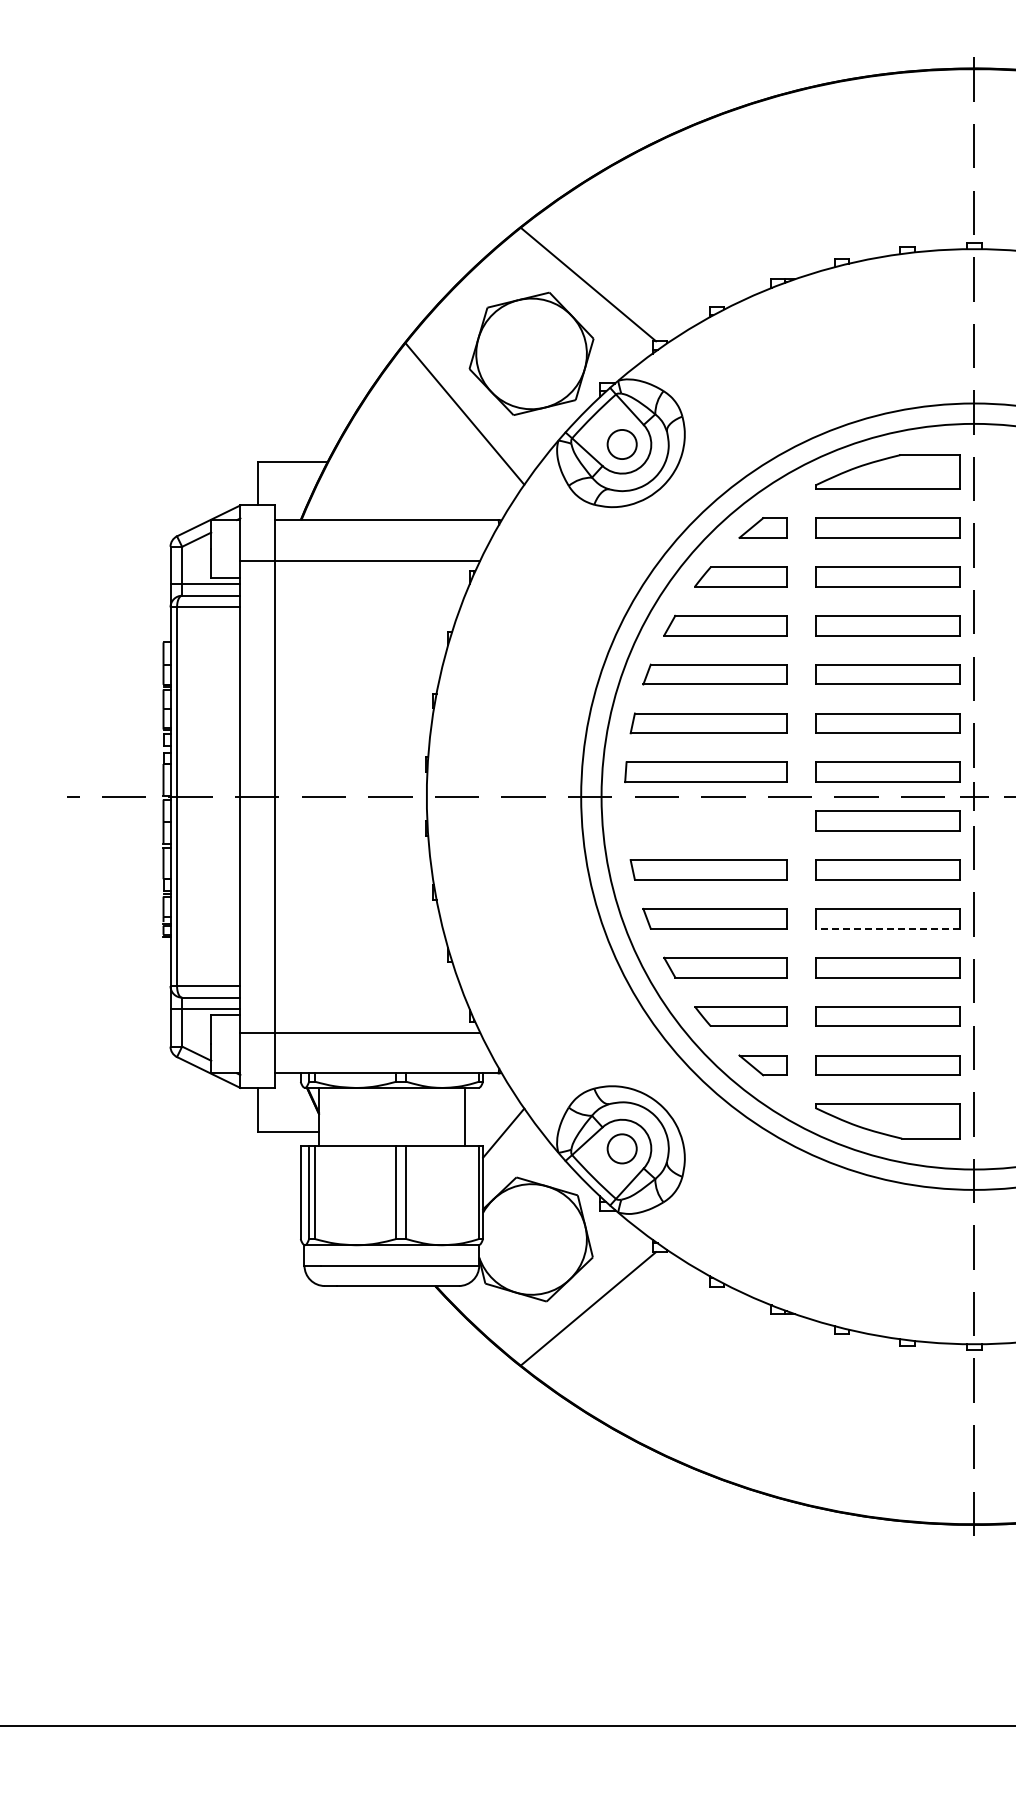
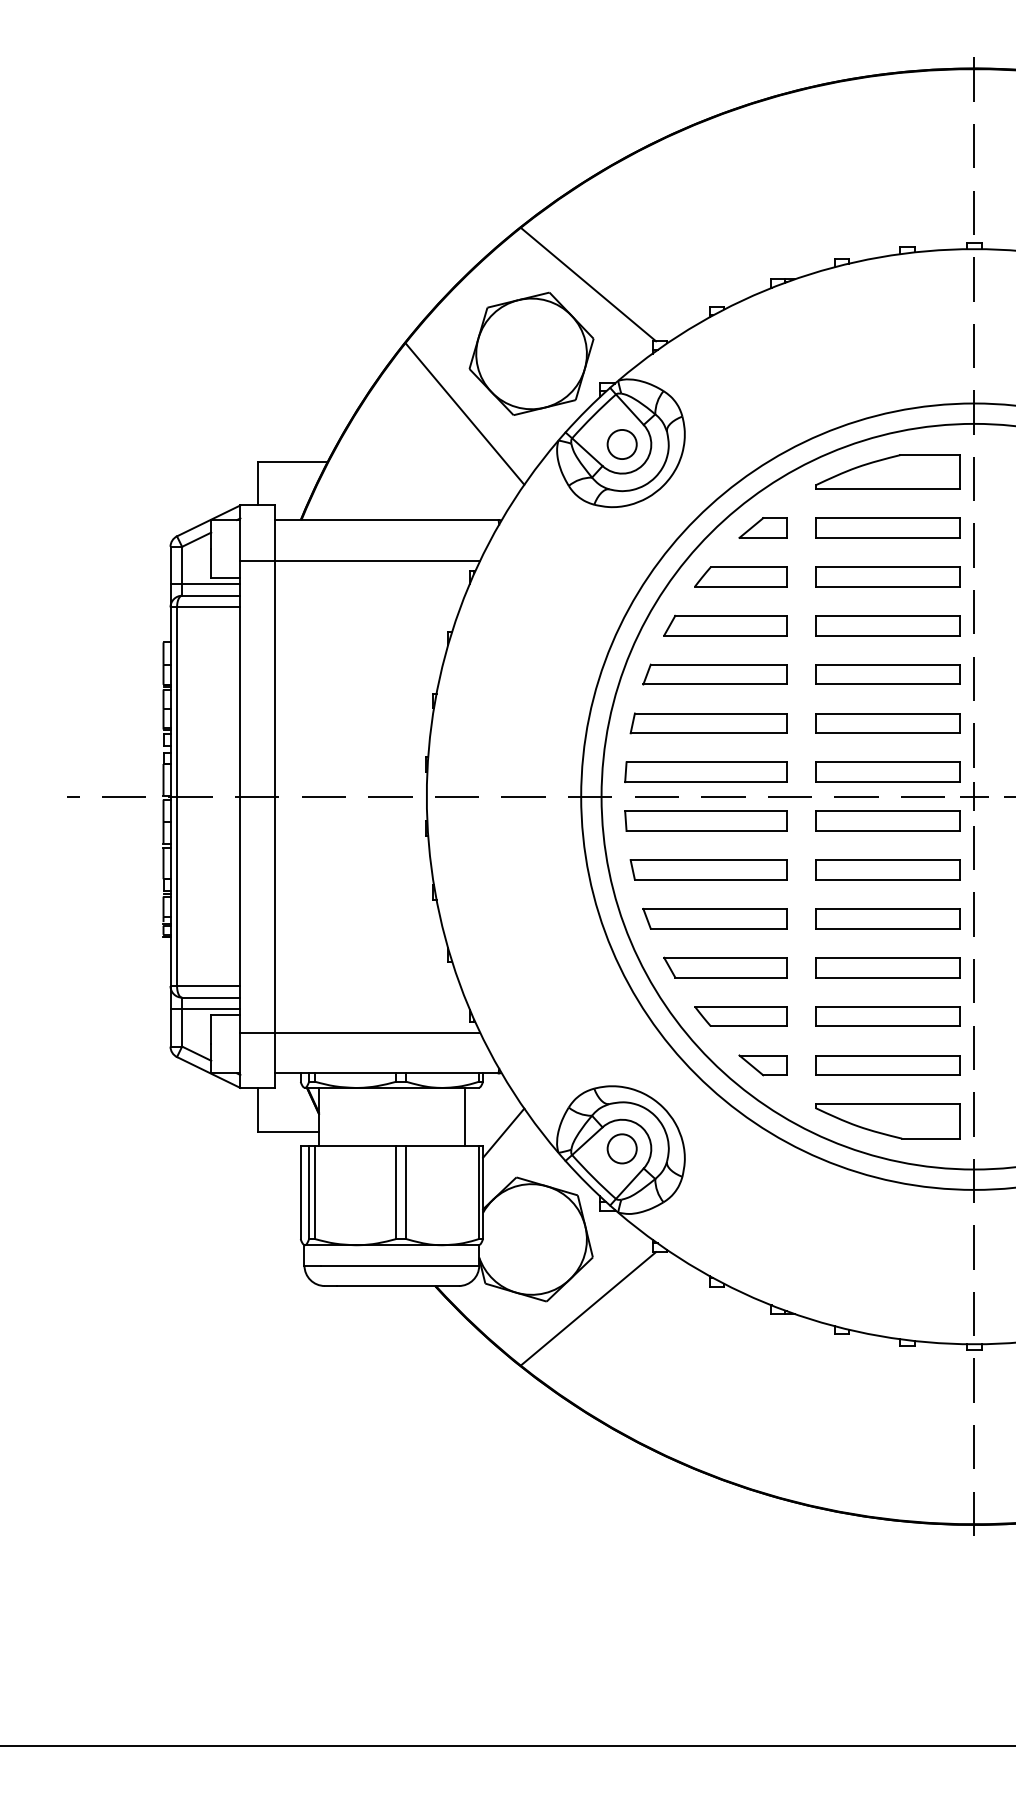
part at (705, 820): none -> present
line at (887, 928): dashed -> solid
line at (507, 1726) position: (507, 1726) -> (507, 1746)
